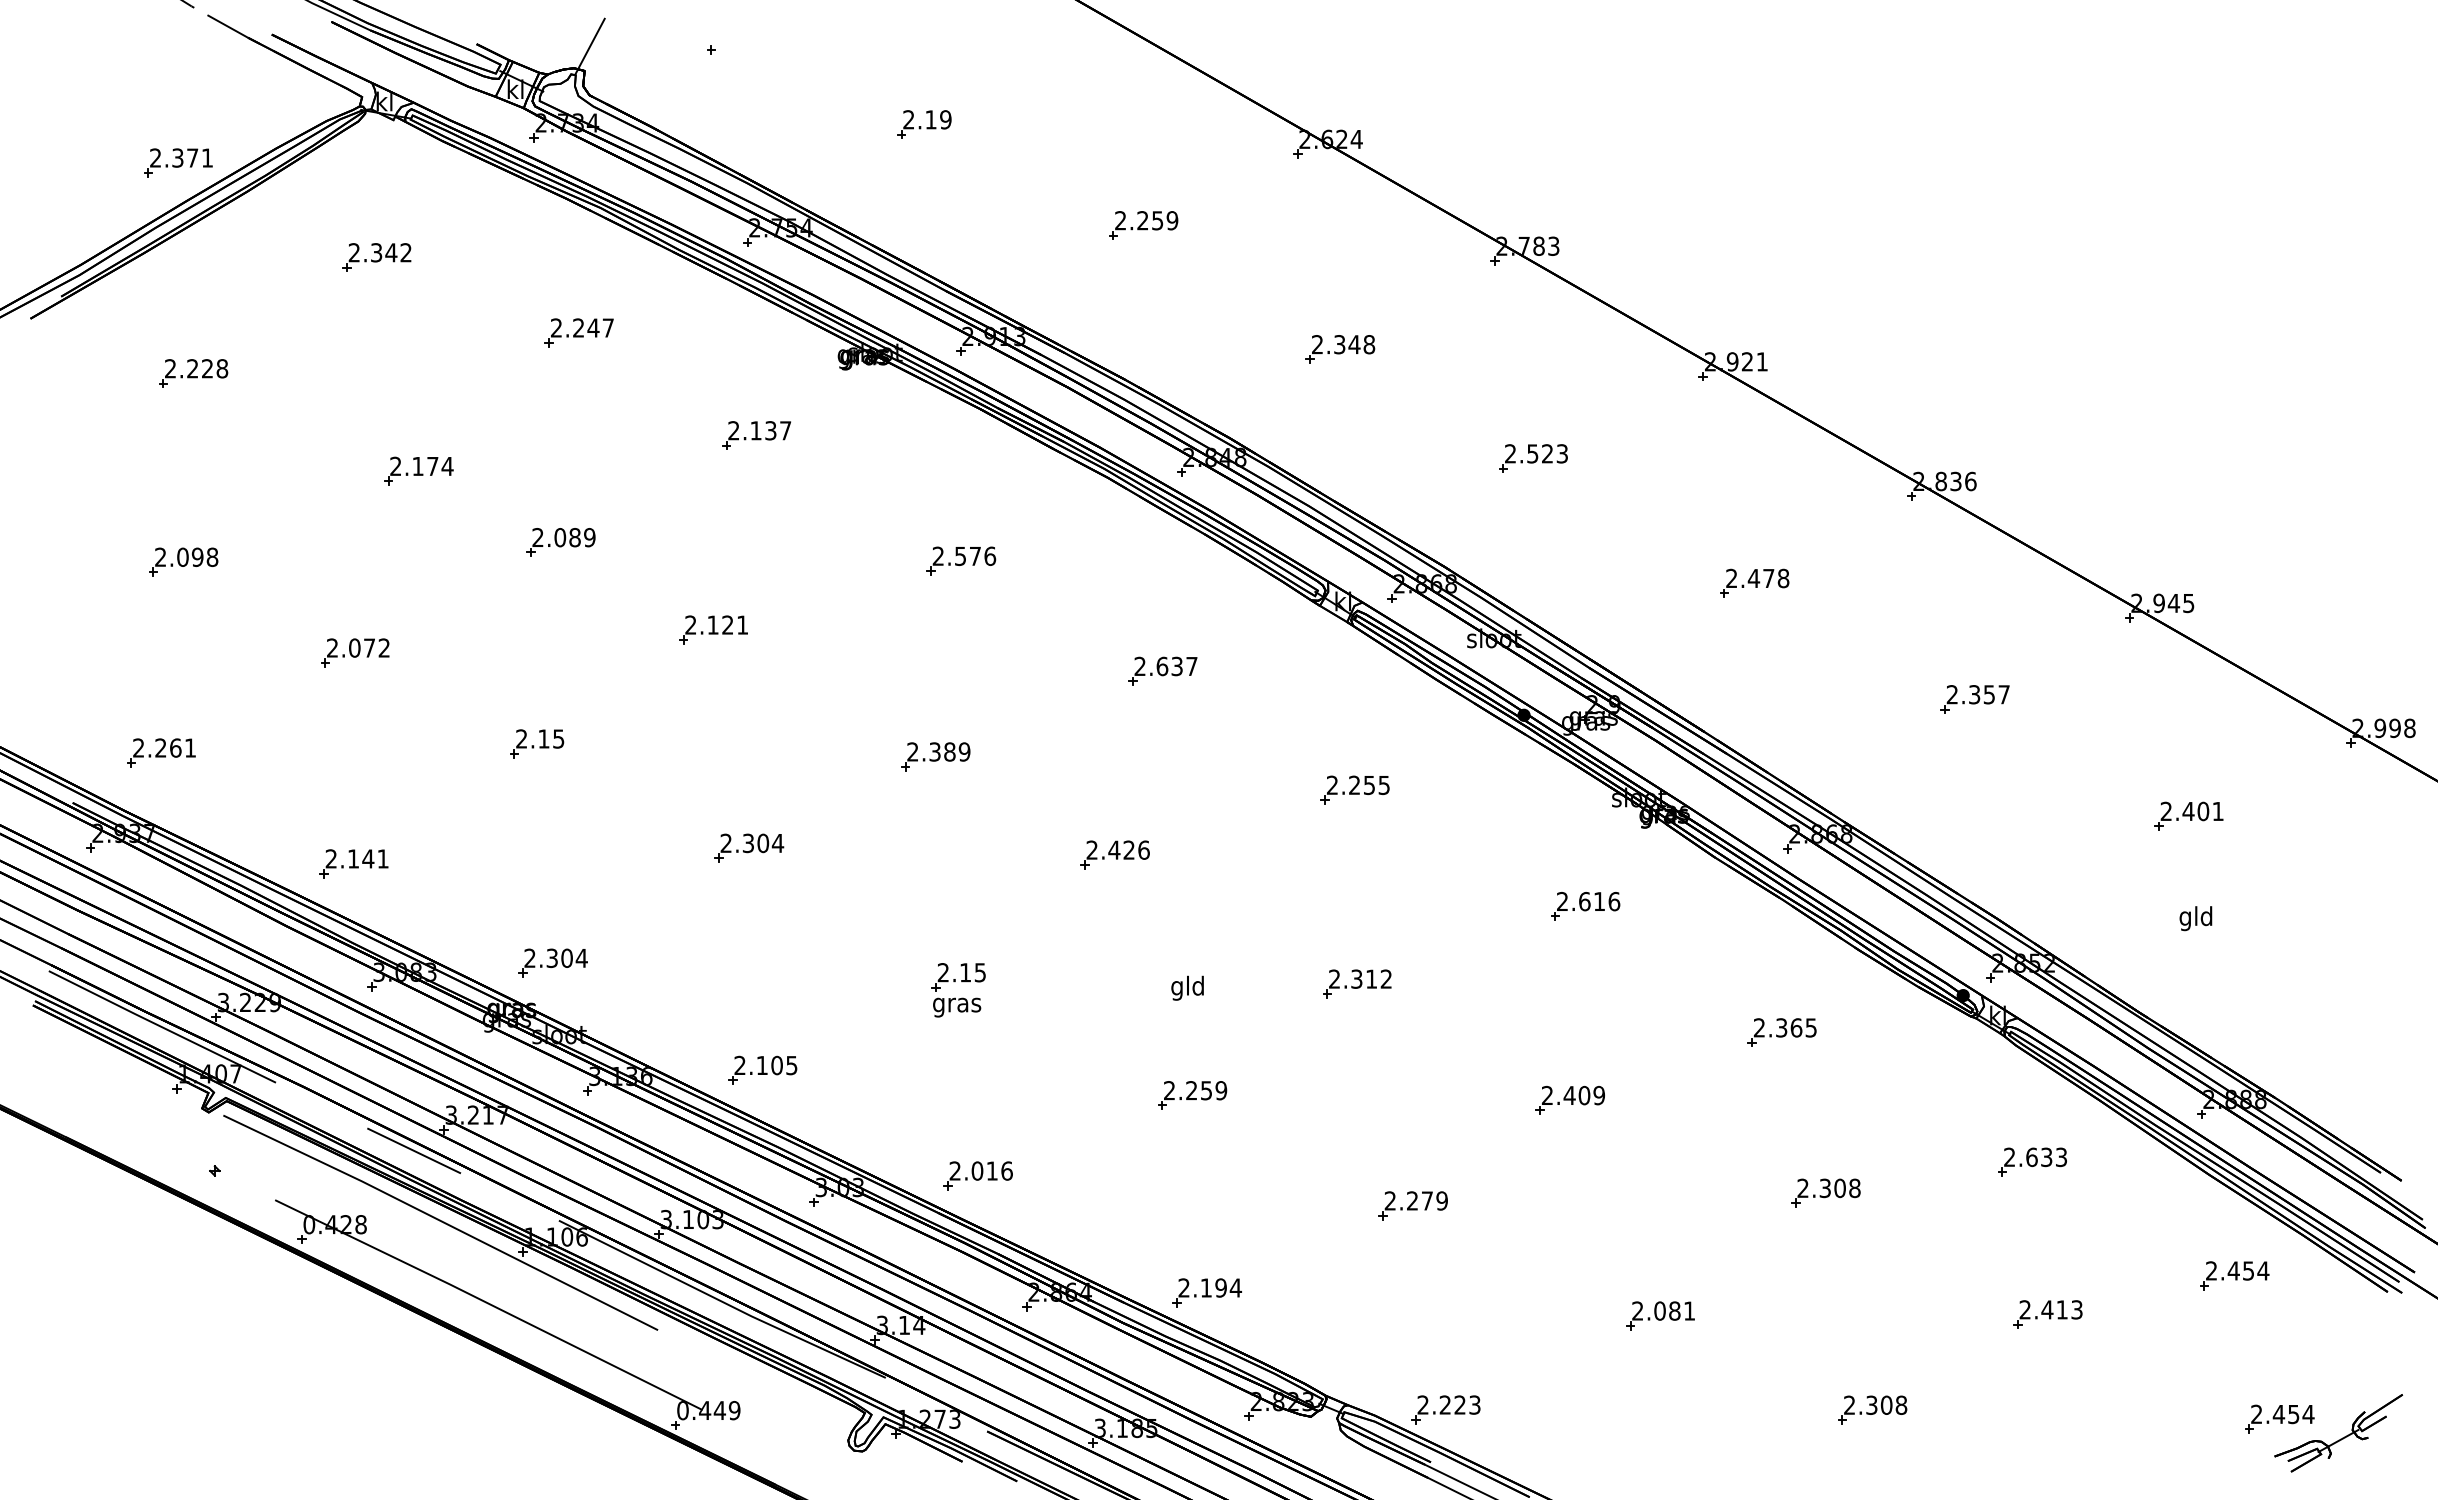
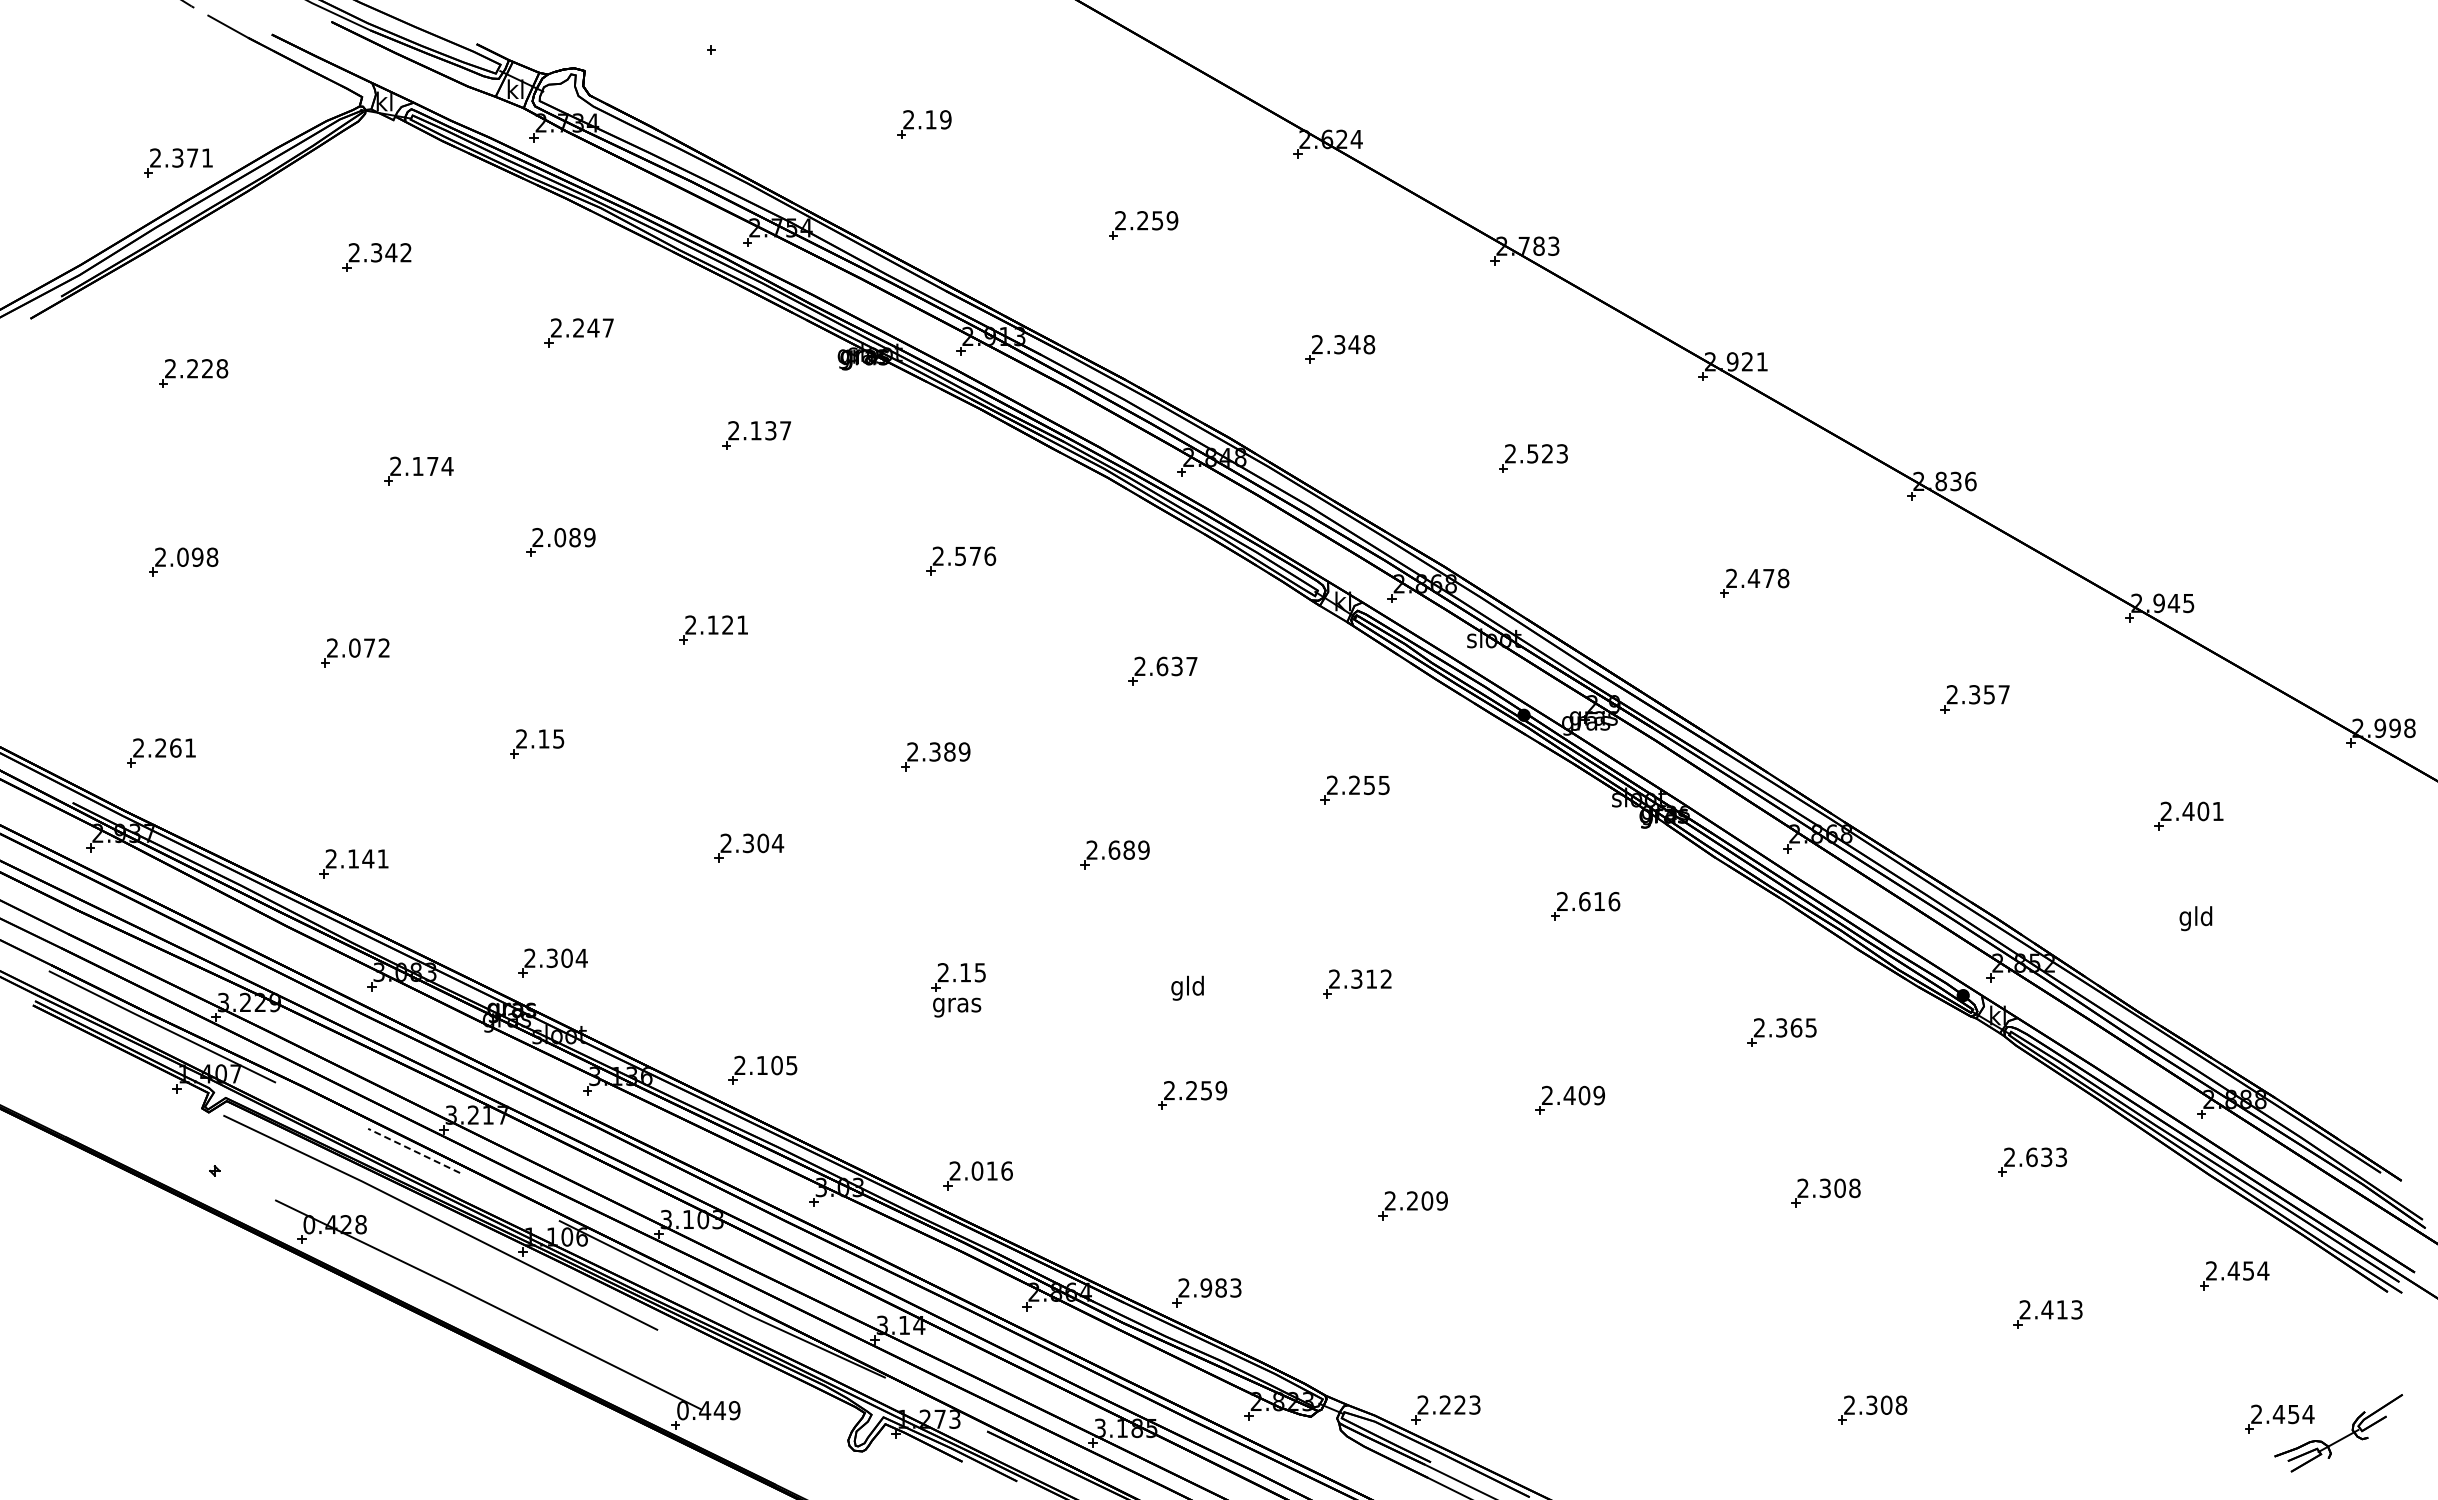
line at (589, 46): present -> none
text at (1128, 849): 2.426 -> 2.689
line at (414, 1150): solid -> dashed
text at (1427, 1200): 2.279 -> 2.209
text at (1221, 1287): 2.194 -> 2.983
part at (1660, 1315): present -> none
